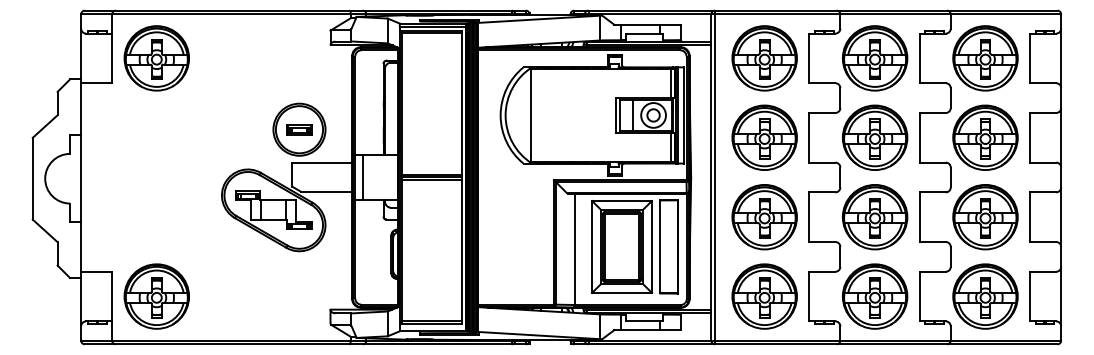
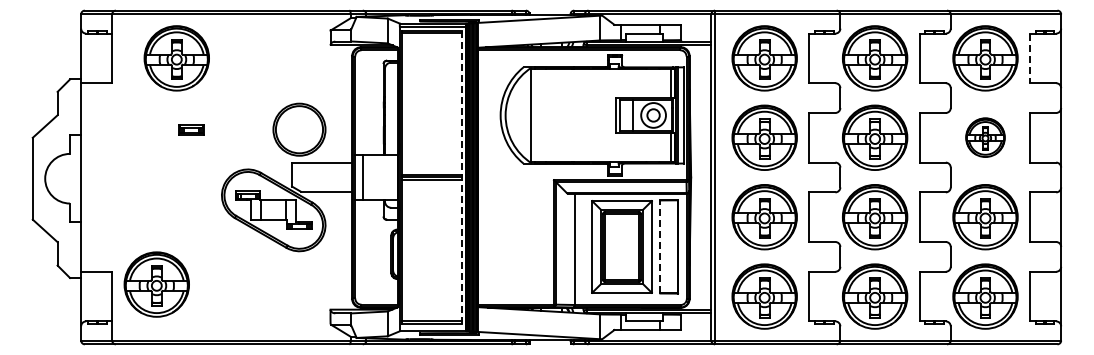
part at (156, 58) position: (156, 58) -> (176, 58)
line at (1030, 58): solid -> dashed
part at (299, 129) position: (299, 129) -> (191, 129)
part at (985, 137) size: 67x67 px -> 41x41 px
line at (461, 177): solid -> dashed
line at (660, 246): solid -> dashed
part at (156, 296) position: (156, 296) -> (156, 284)
